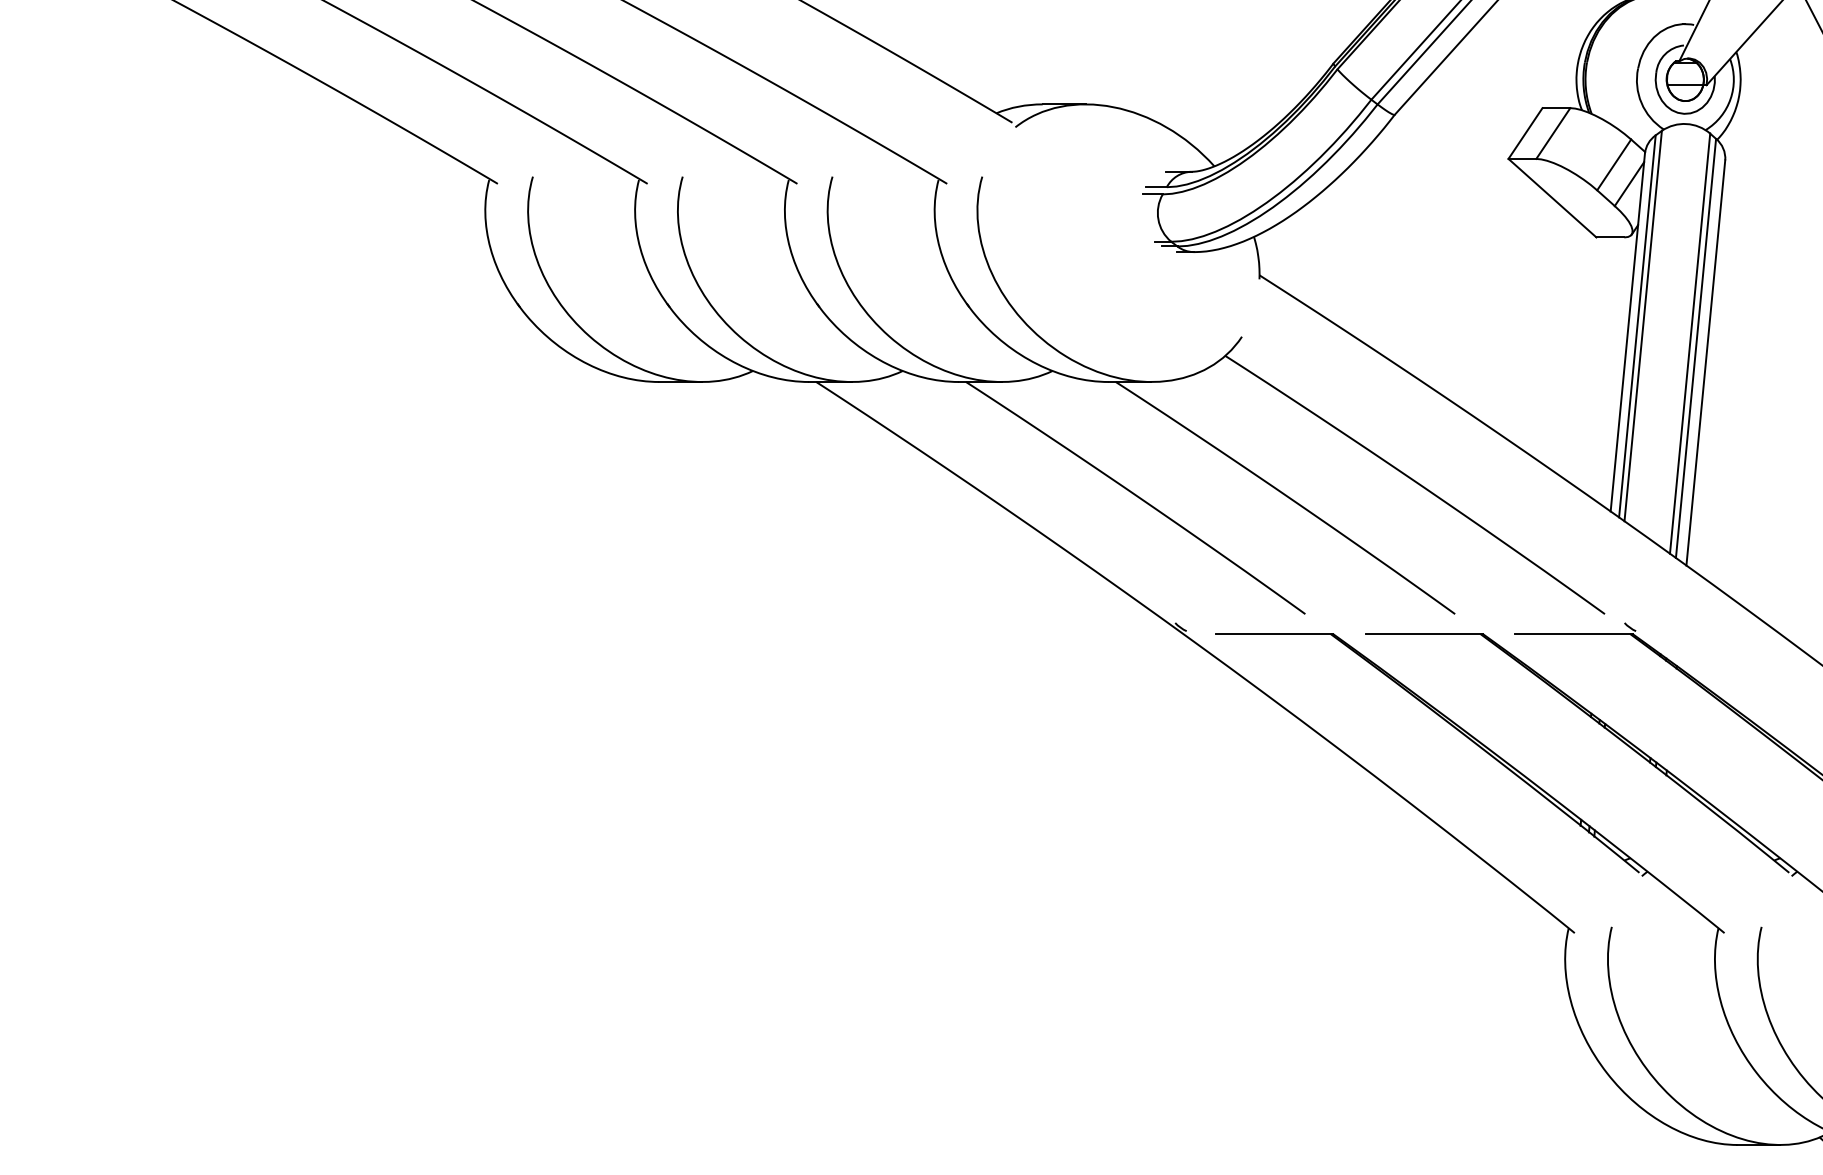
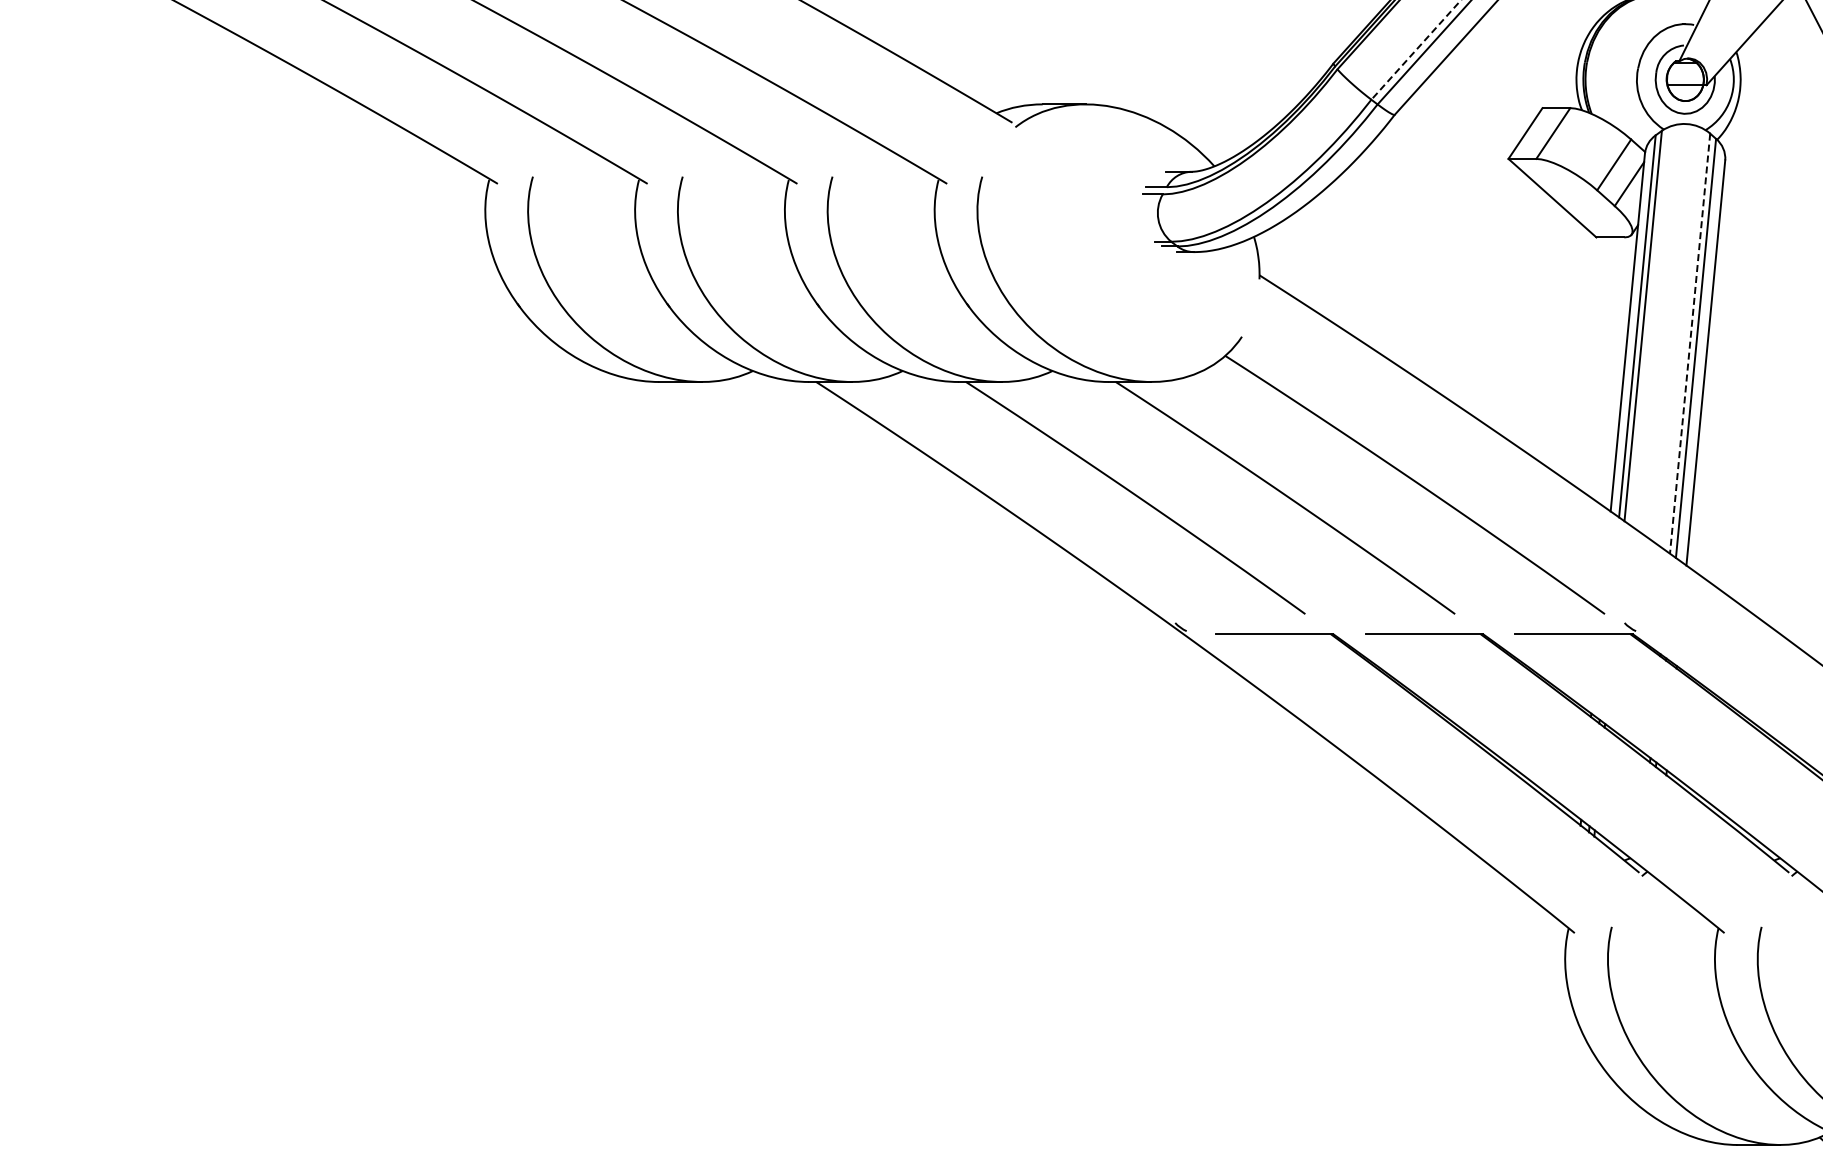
line at (1416, 50): solid -> dashed
line at (1690, 344): solid -> dashed
